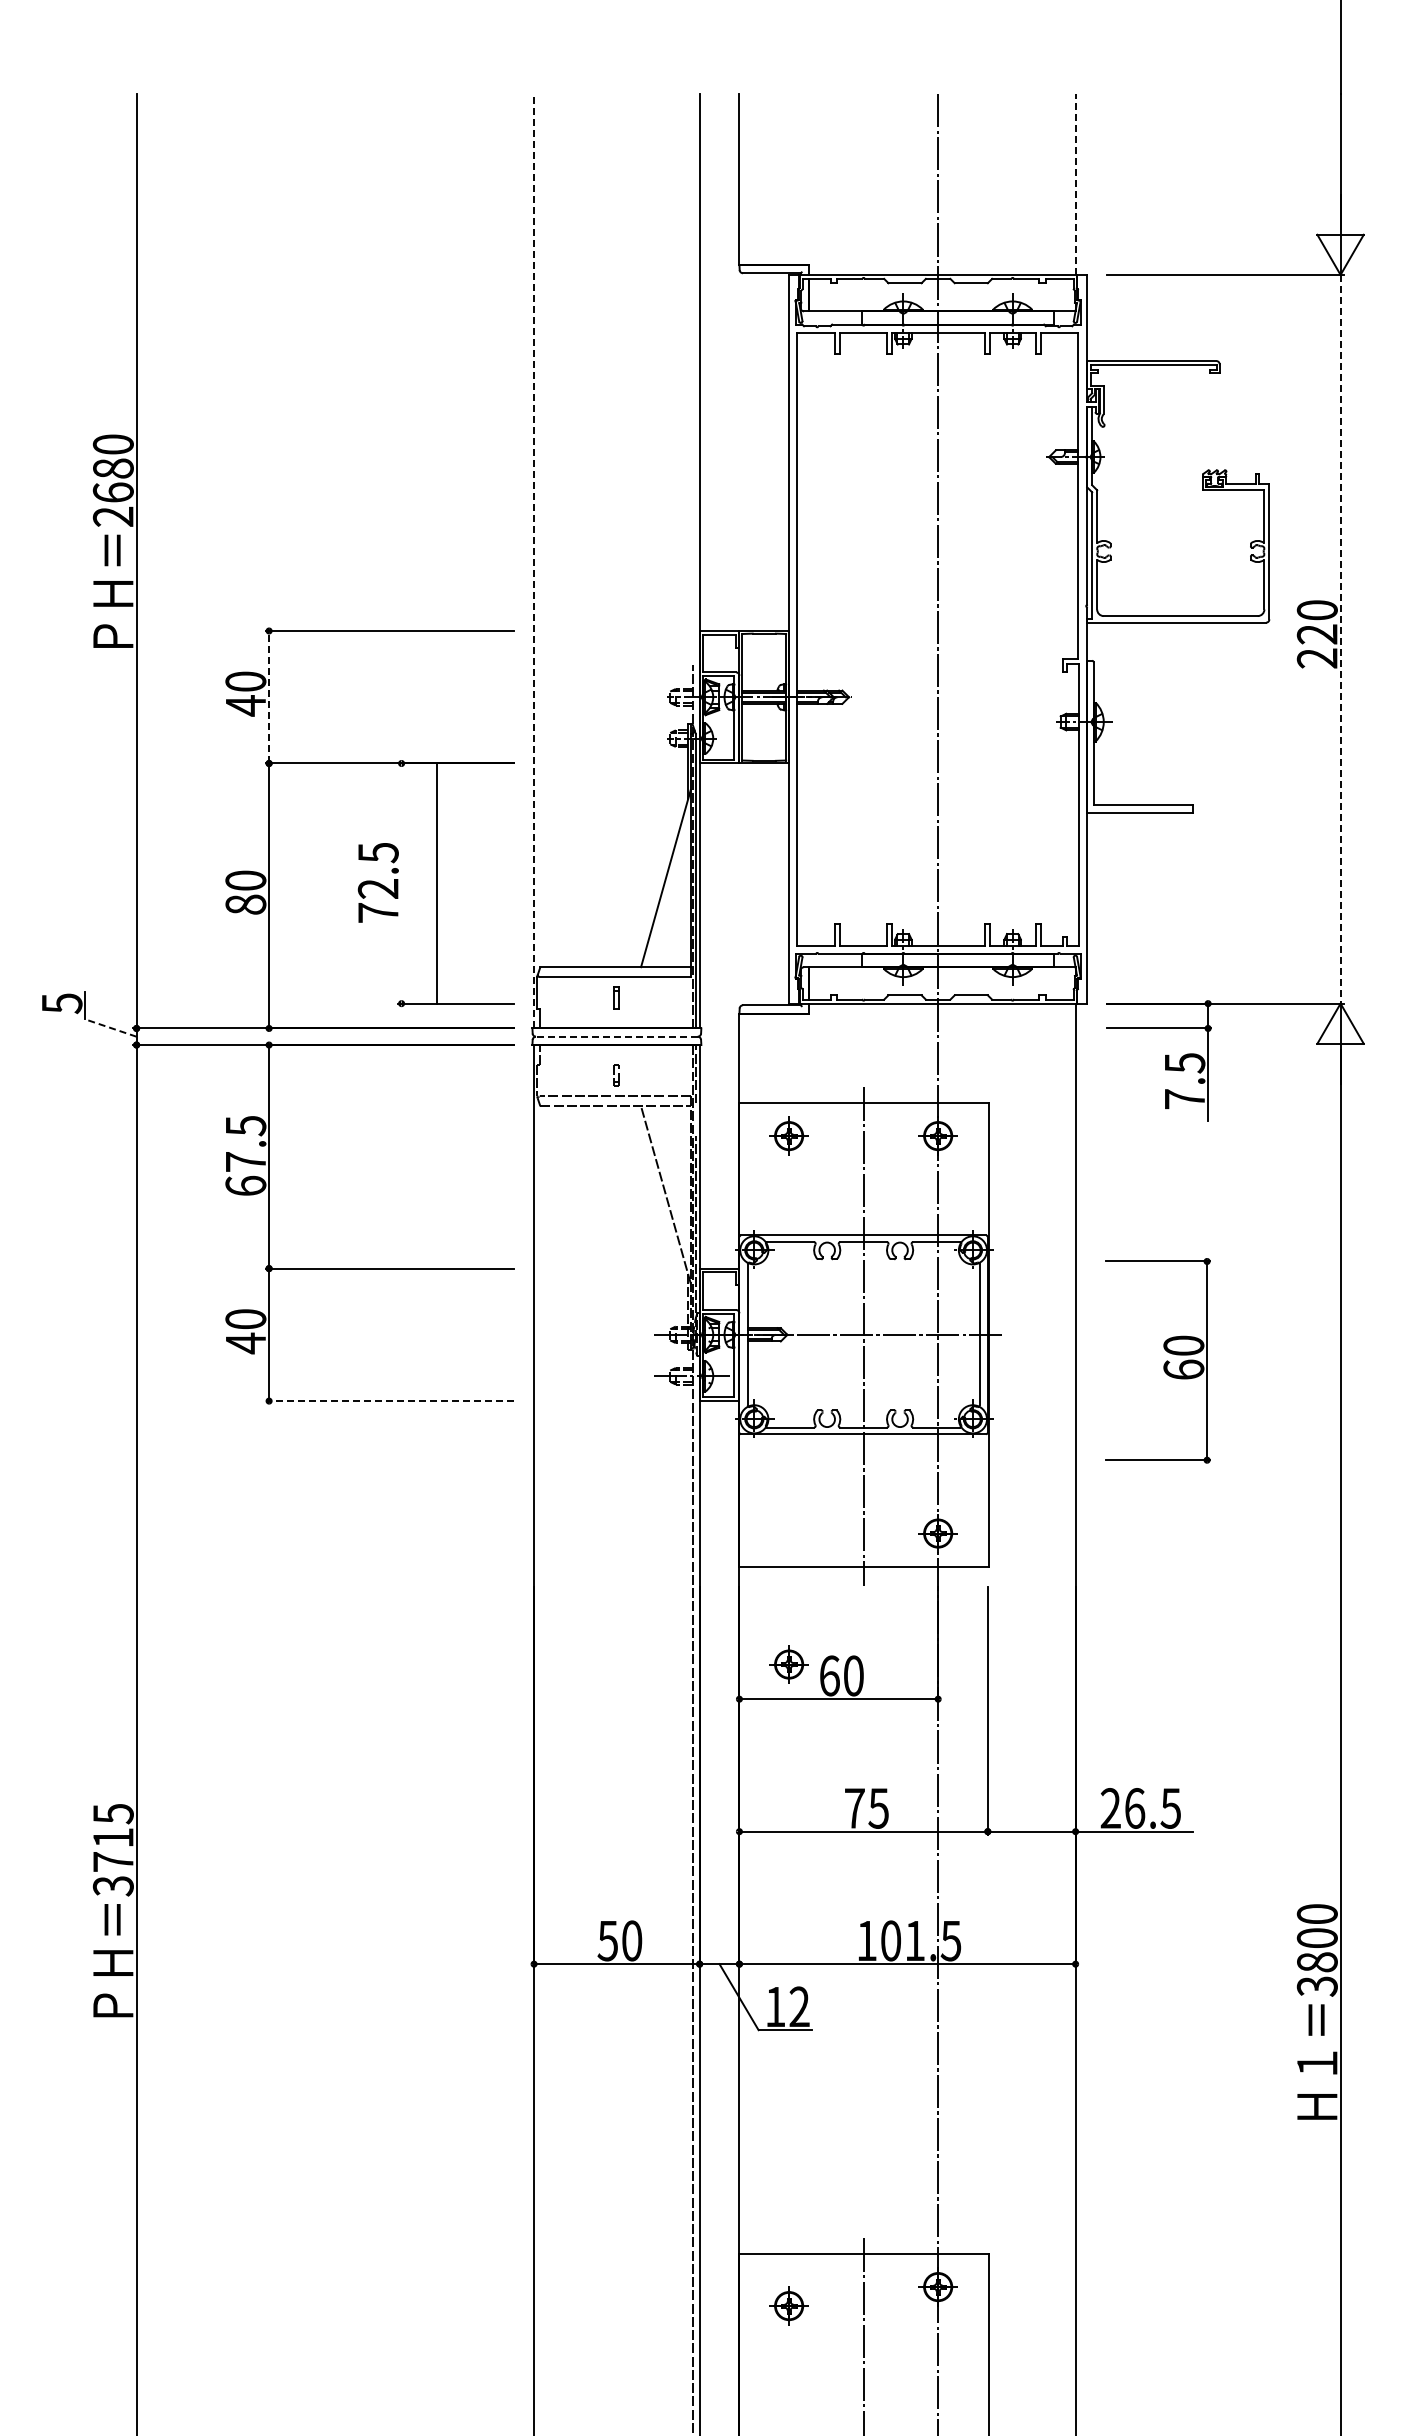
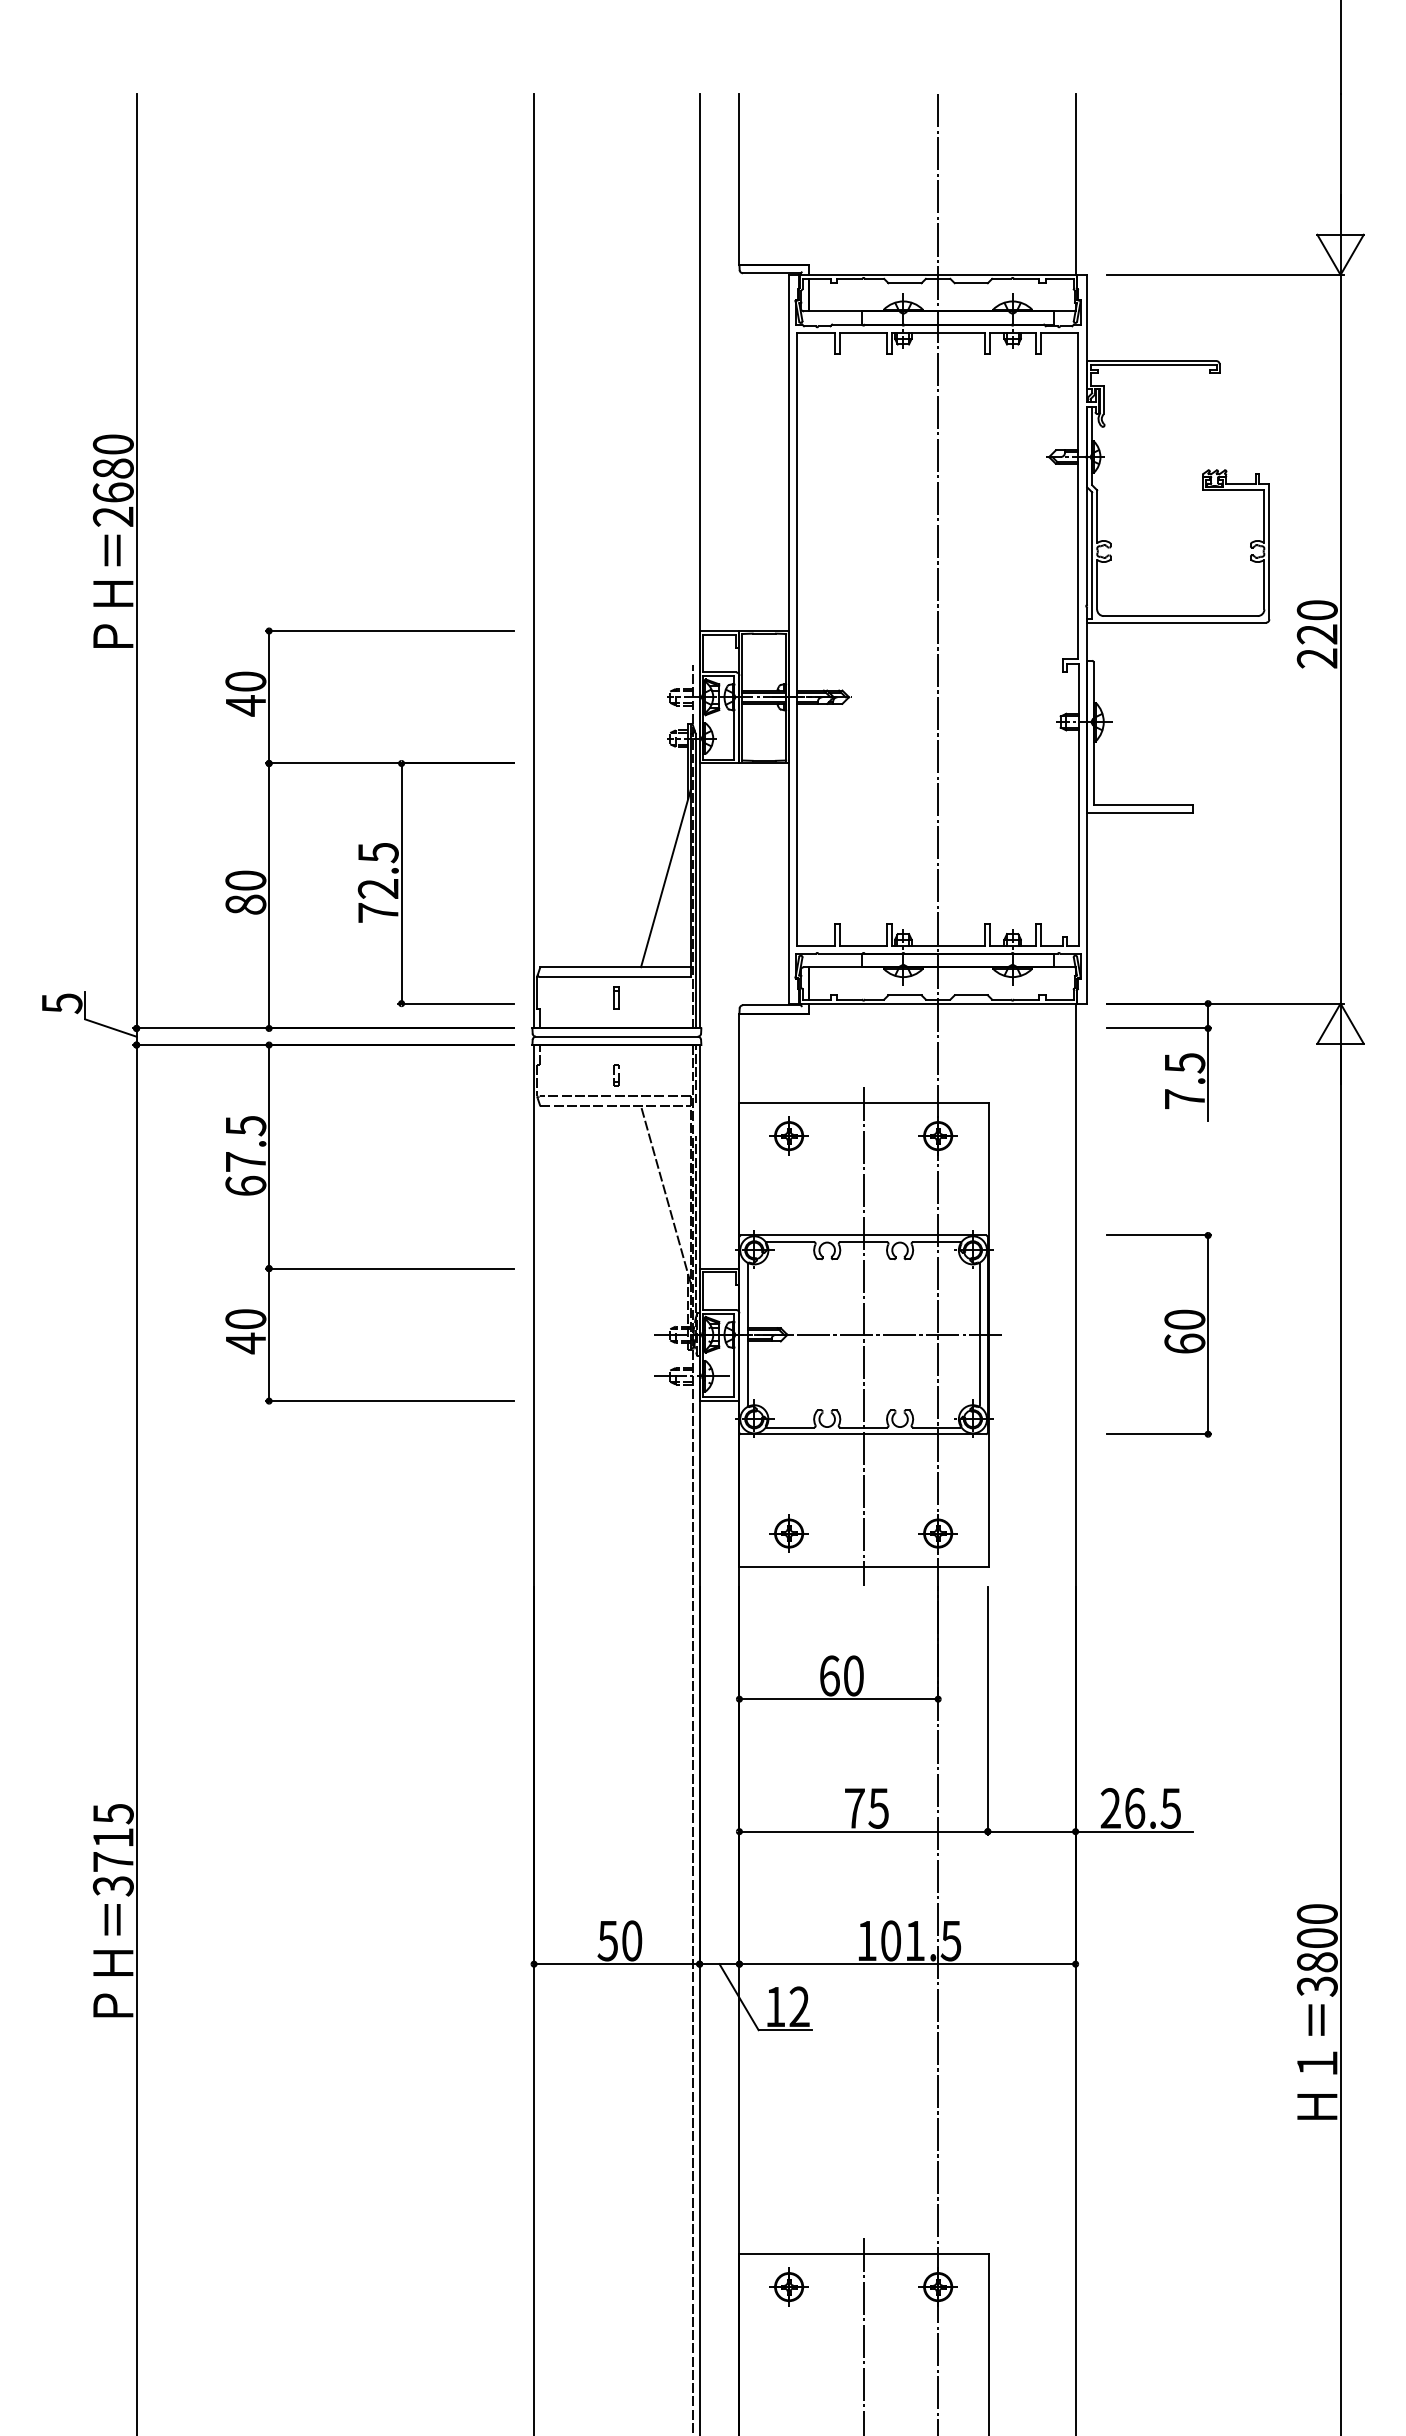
line at (1075, 184): dashed -> solid
line at (534, 560): dashed -> solid
line at (1340, 639): dashed -> solid
line at (269, 696): dashed -> solid
line at (436, 883) position: (436, 883) -> (401, 883)
line at (110, 1027): dashed -> solid
line at (616, 1036): dashed -> solid
part at (1164, 1363) position: (1164, 1363) -> (1165, 1337)
line at (389, 1401): dashed -> solid
part at (788, 1664) position: (788, 1664) -> (788, 1533)
part at (788, 2305) position: (788, 2305) -> (788, 2286)
